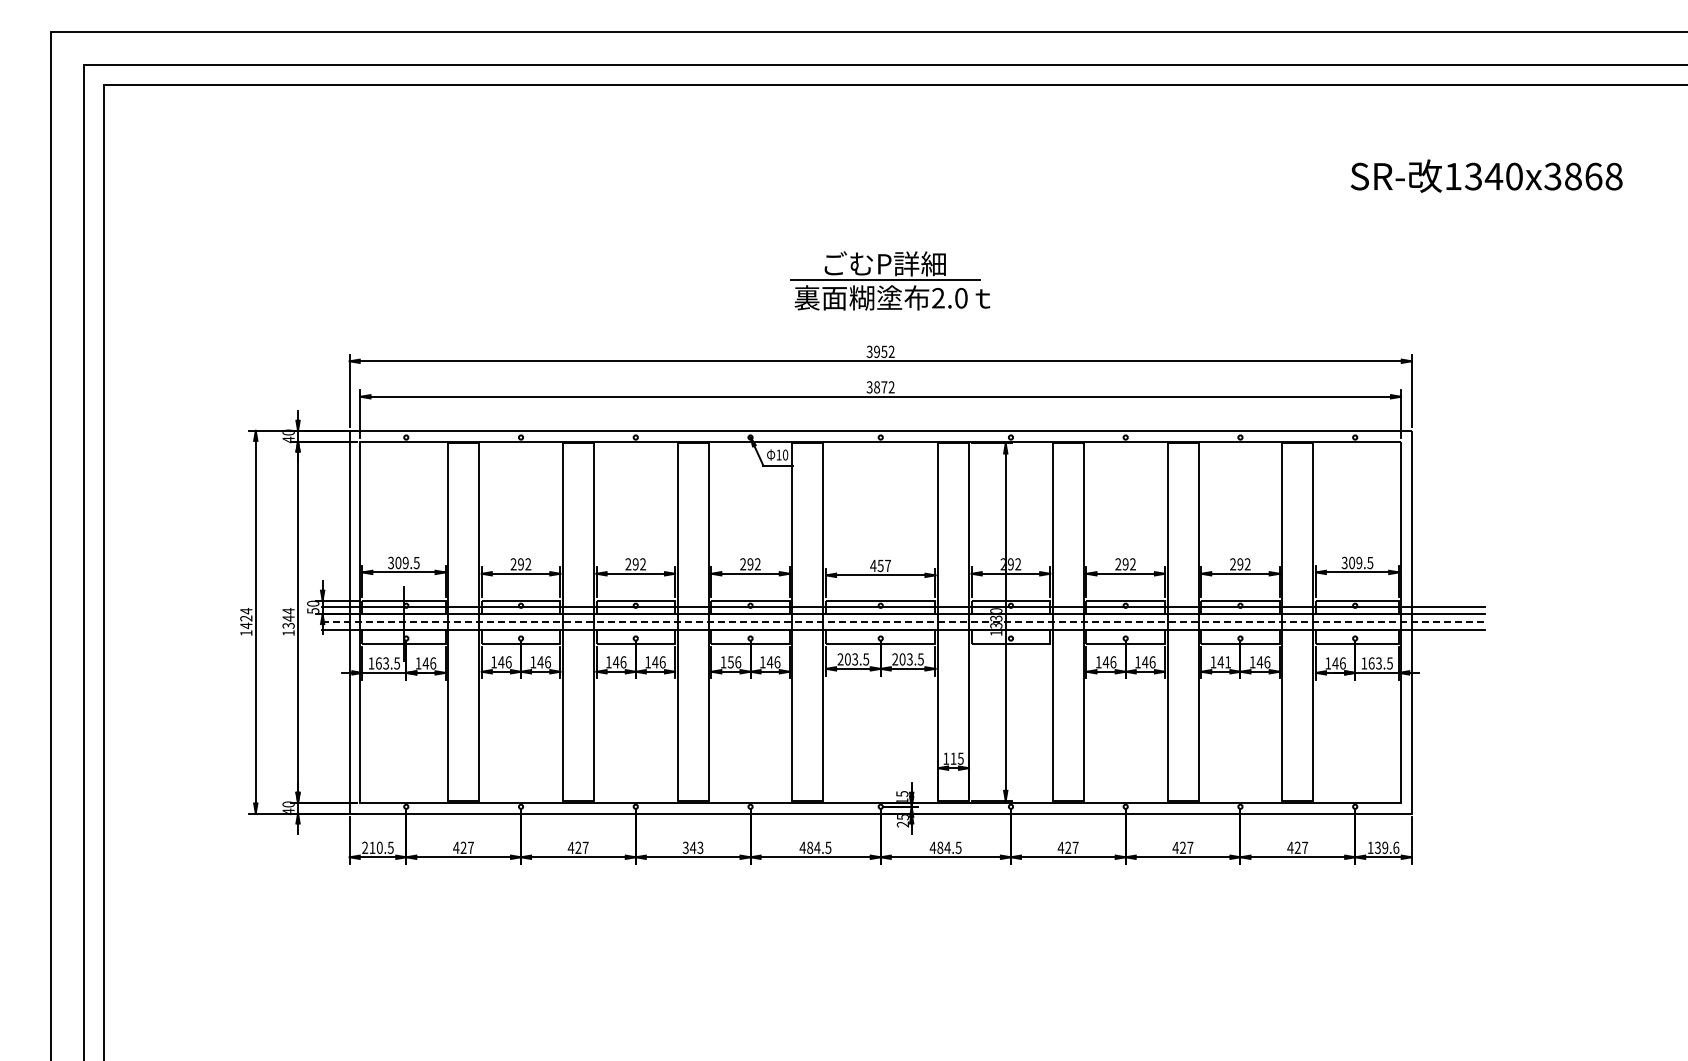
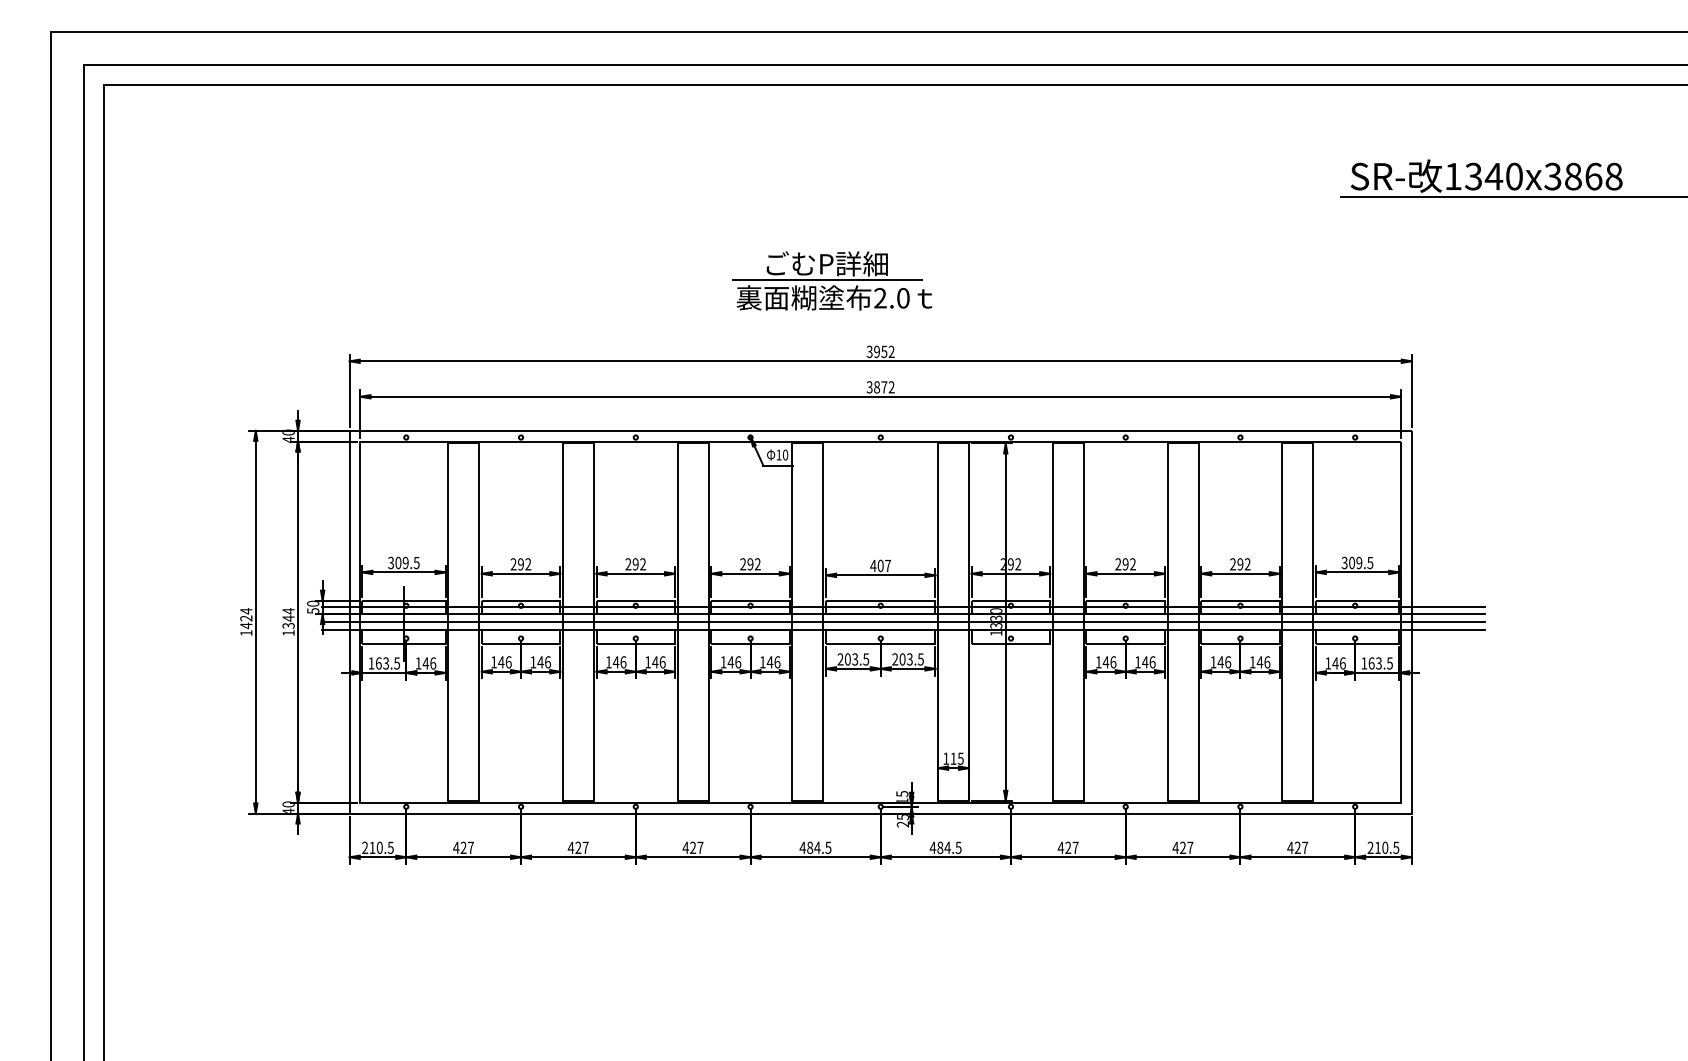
line at (1512, 196): none -> present
part at (890, 280) position: (890, 280) -> (832, 280)
text at (880, 565): 457 -> 407
line at (903, 622): dashed -> solid
text at (730, 662): 156 -> 146
text at (1228, 662): 141 -> 146
text at (692, 847): 343 -> 427
text at (1383, 847): 139.6 -> 210.5
